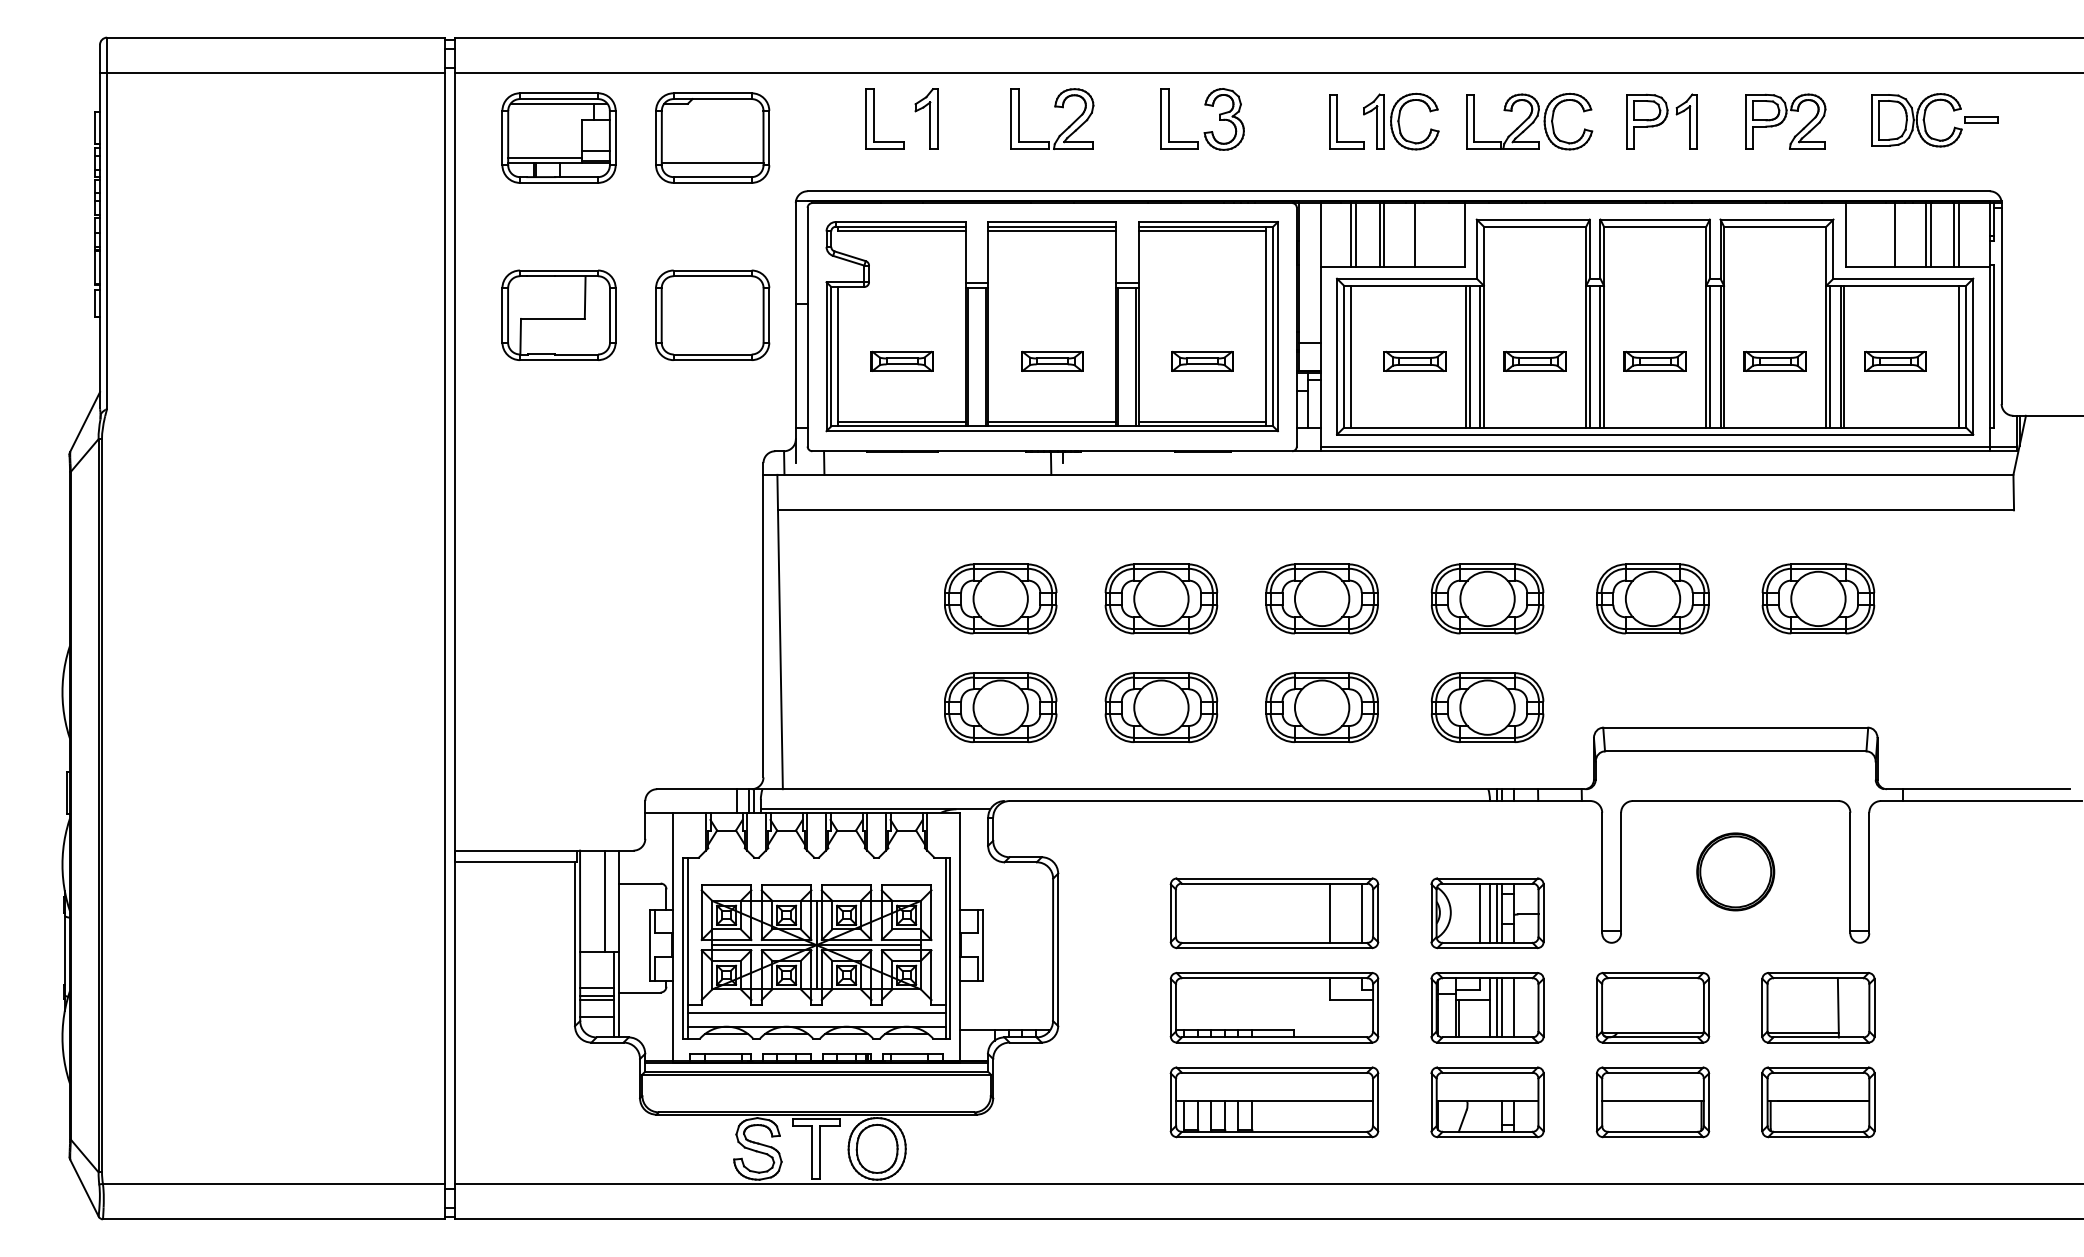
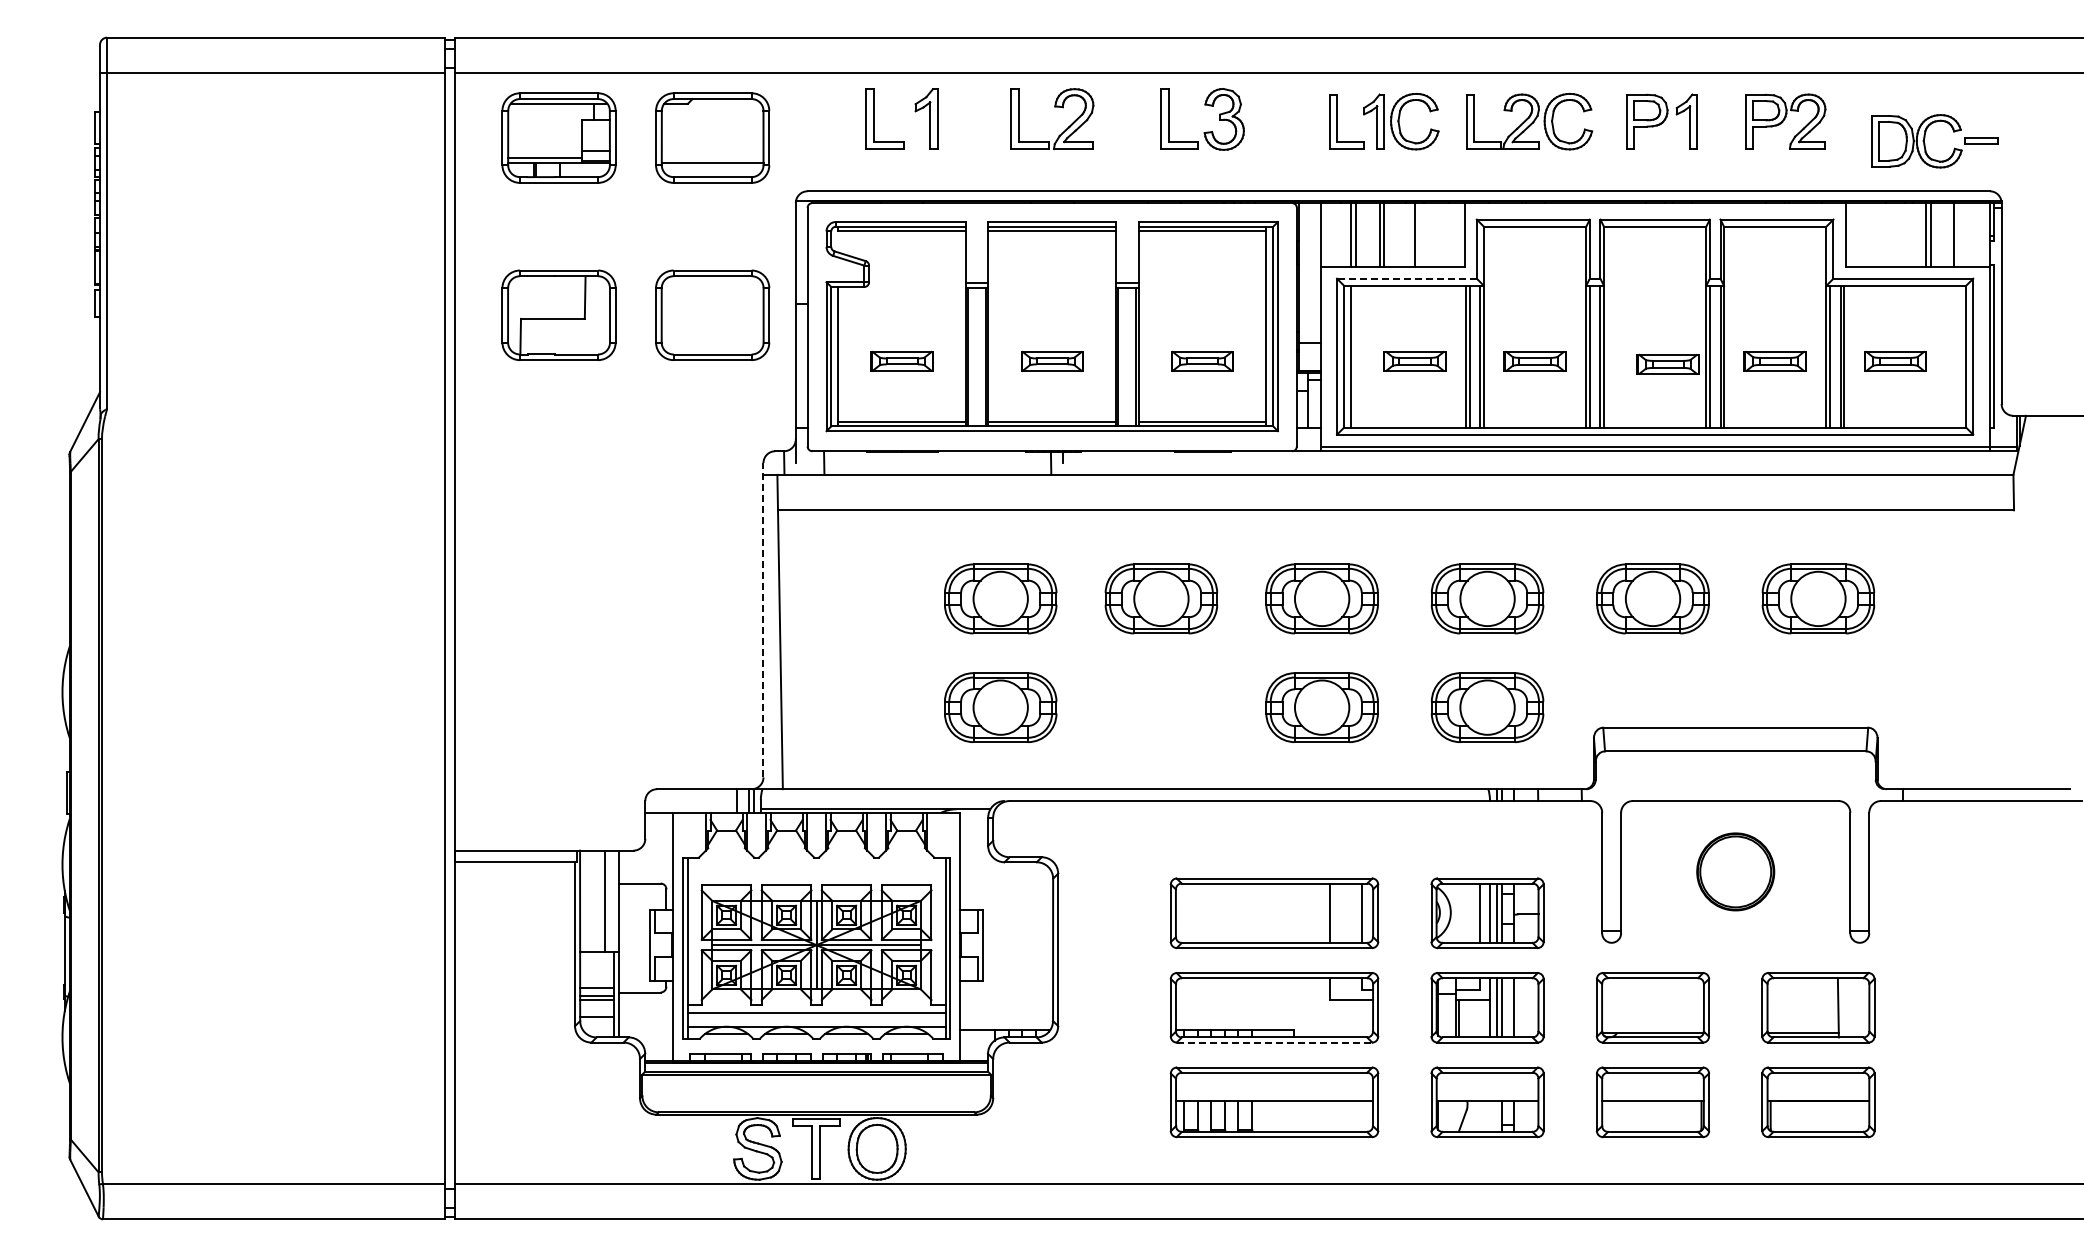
part at (1925, 122) position: (1925, 122) -> (1925, 143)
line at (1895, 234): present -> none
line at (1959, 234): present -> none
line at (1406, 278): solid -> dashed
line at (1959, 356): present -> none
part at (1654, 360) position: (1654, 360) -> (1667, 363)
line at (763, 619): solid -> dashed
part at (1161, 707): present -> none
line at (1274, 1042): solid -> dashed
